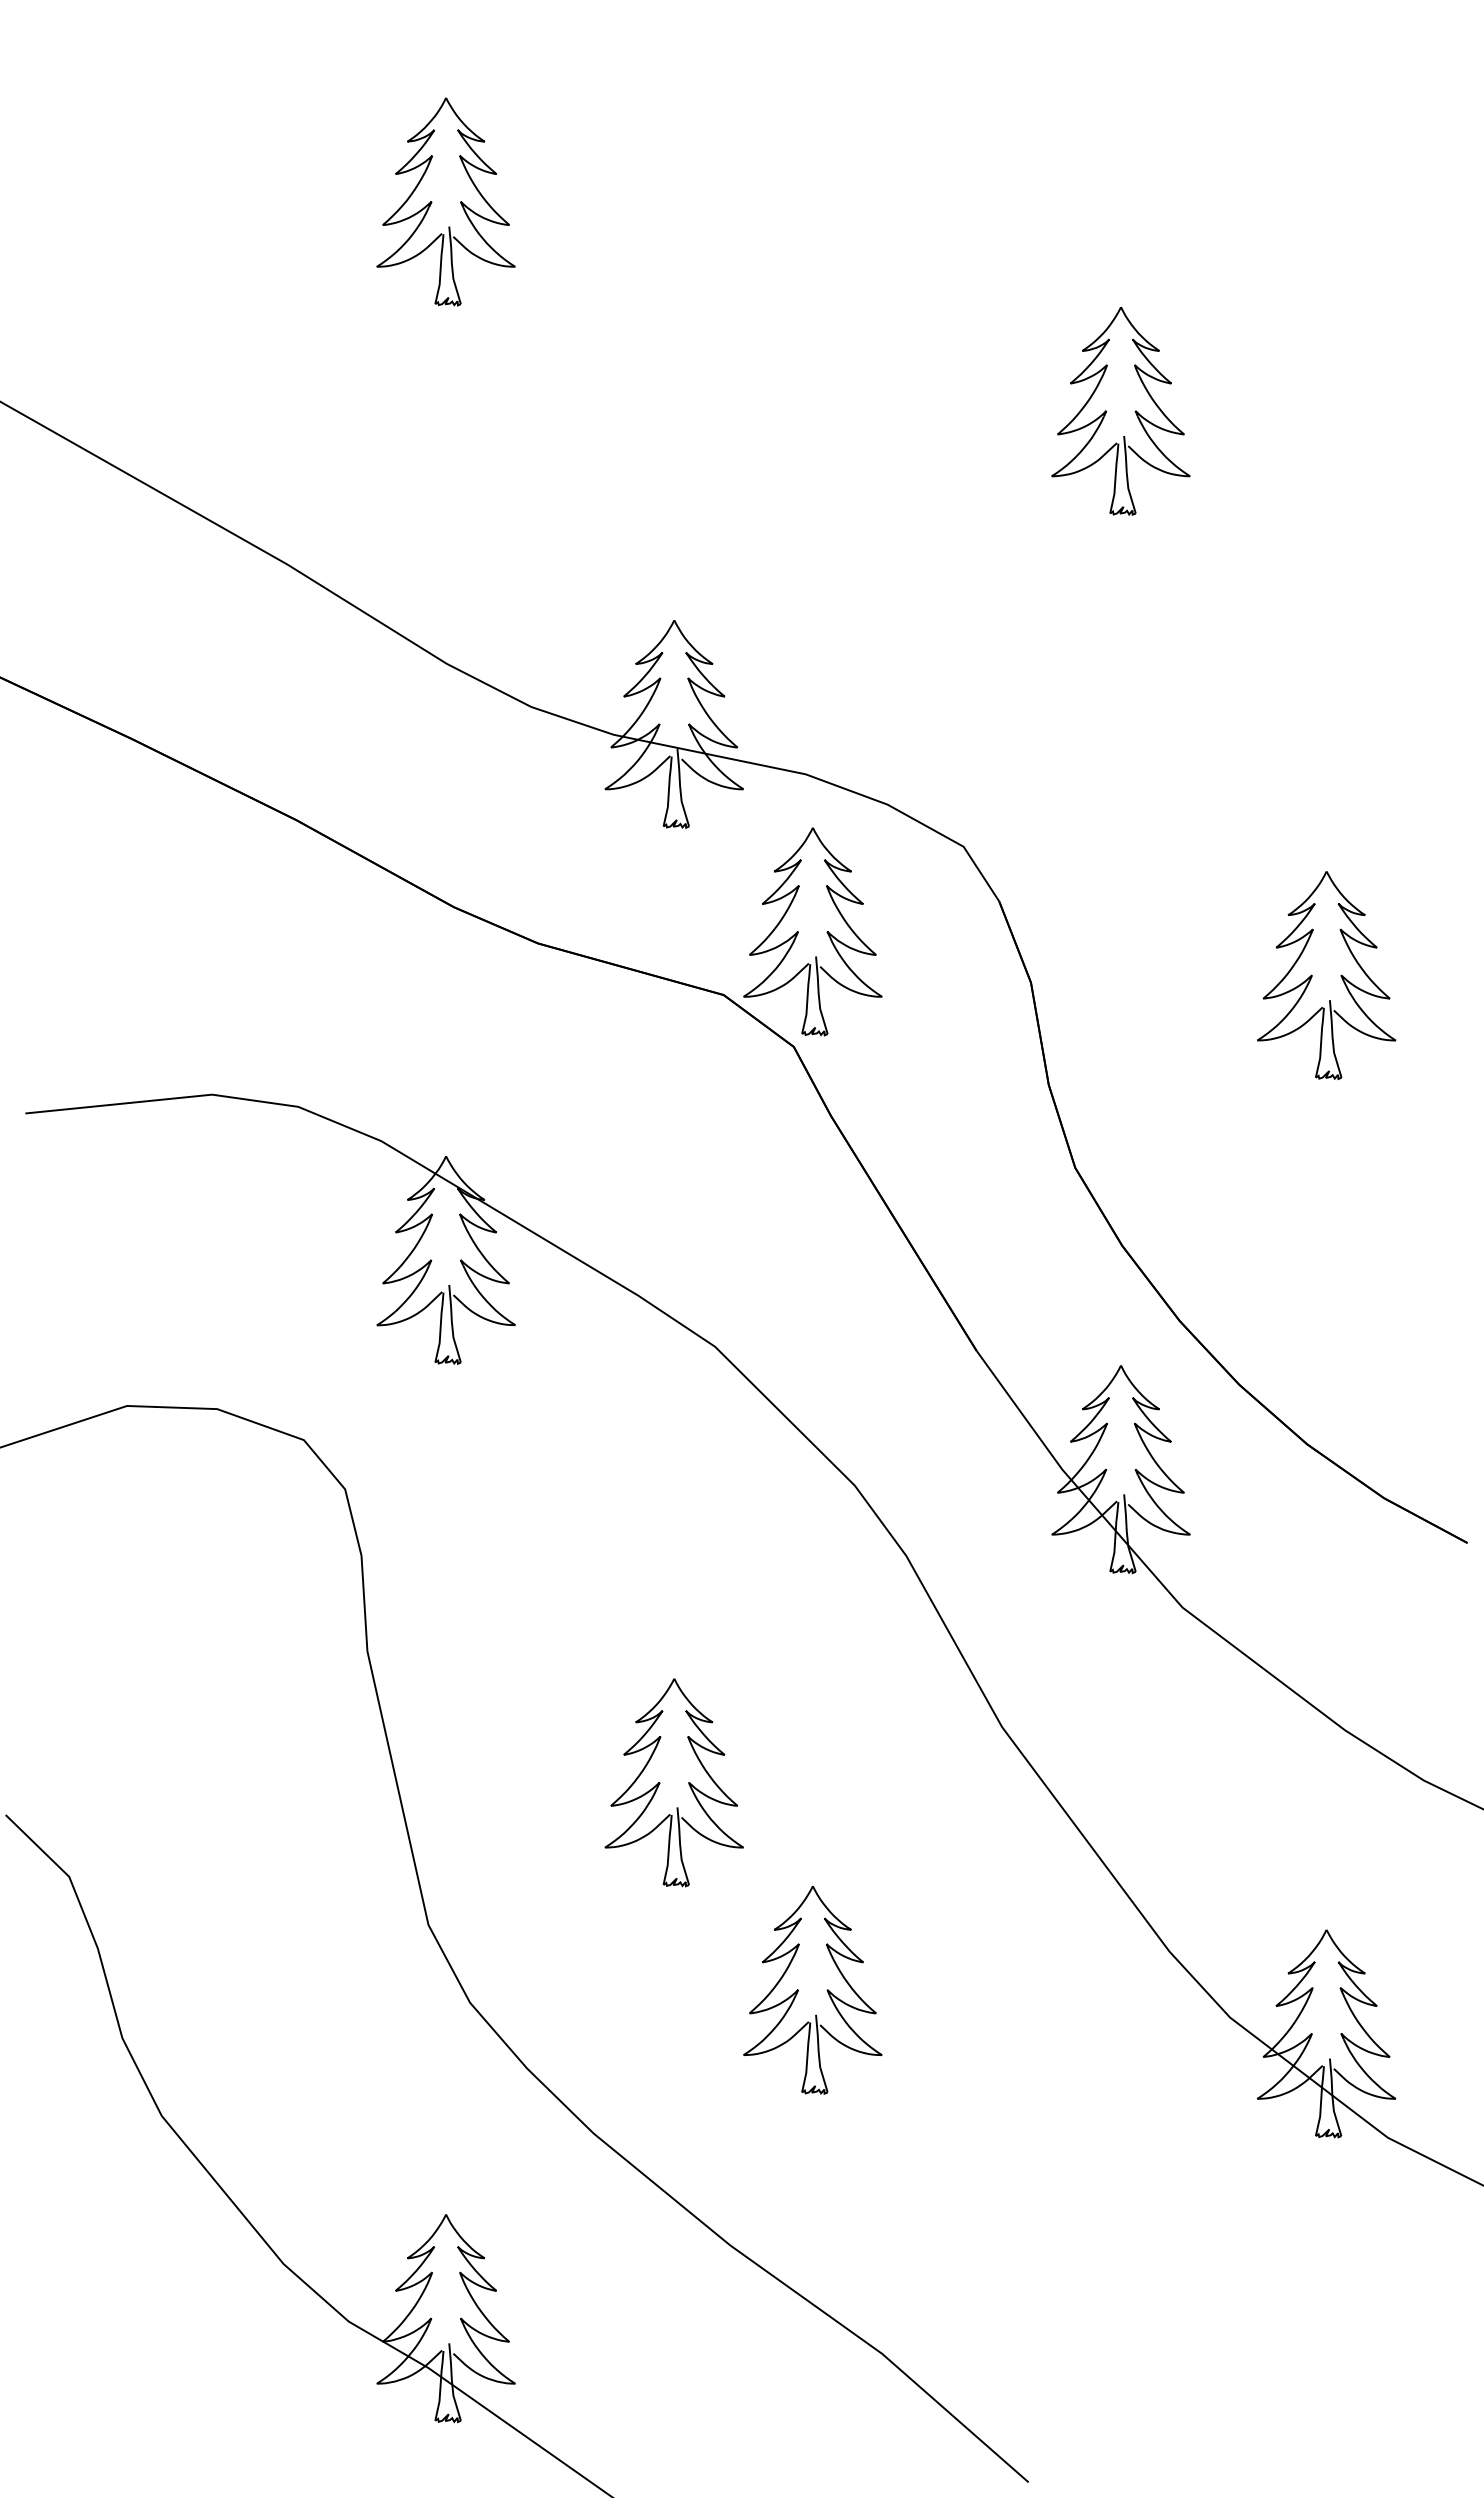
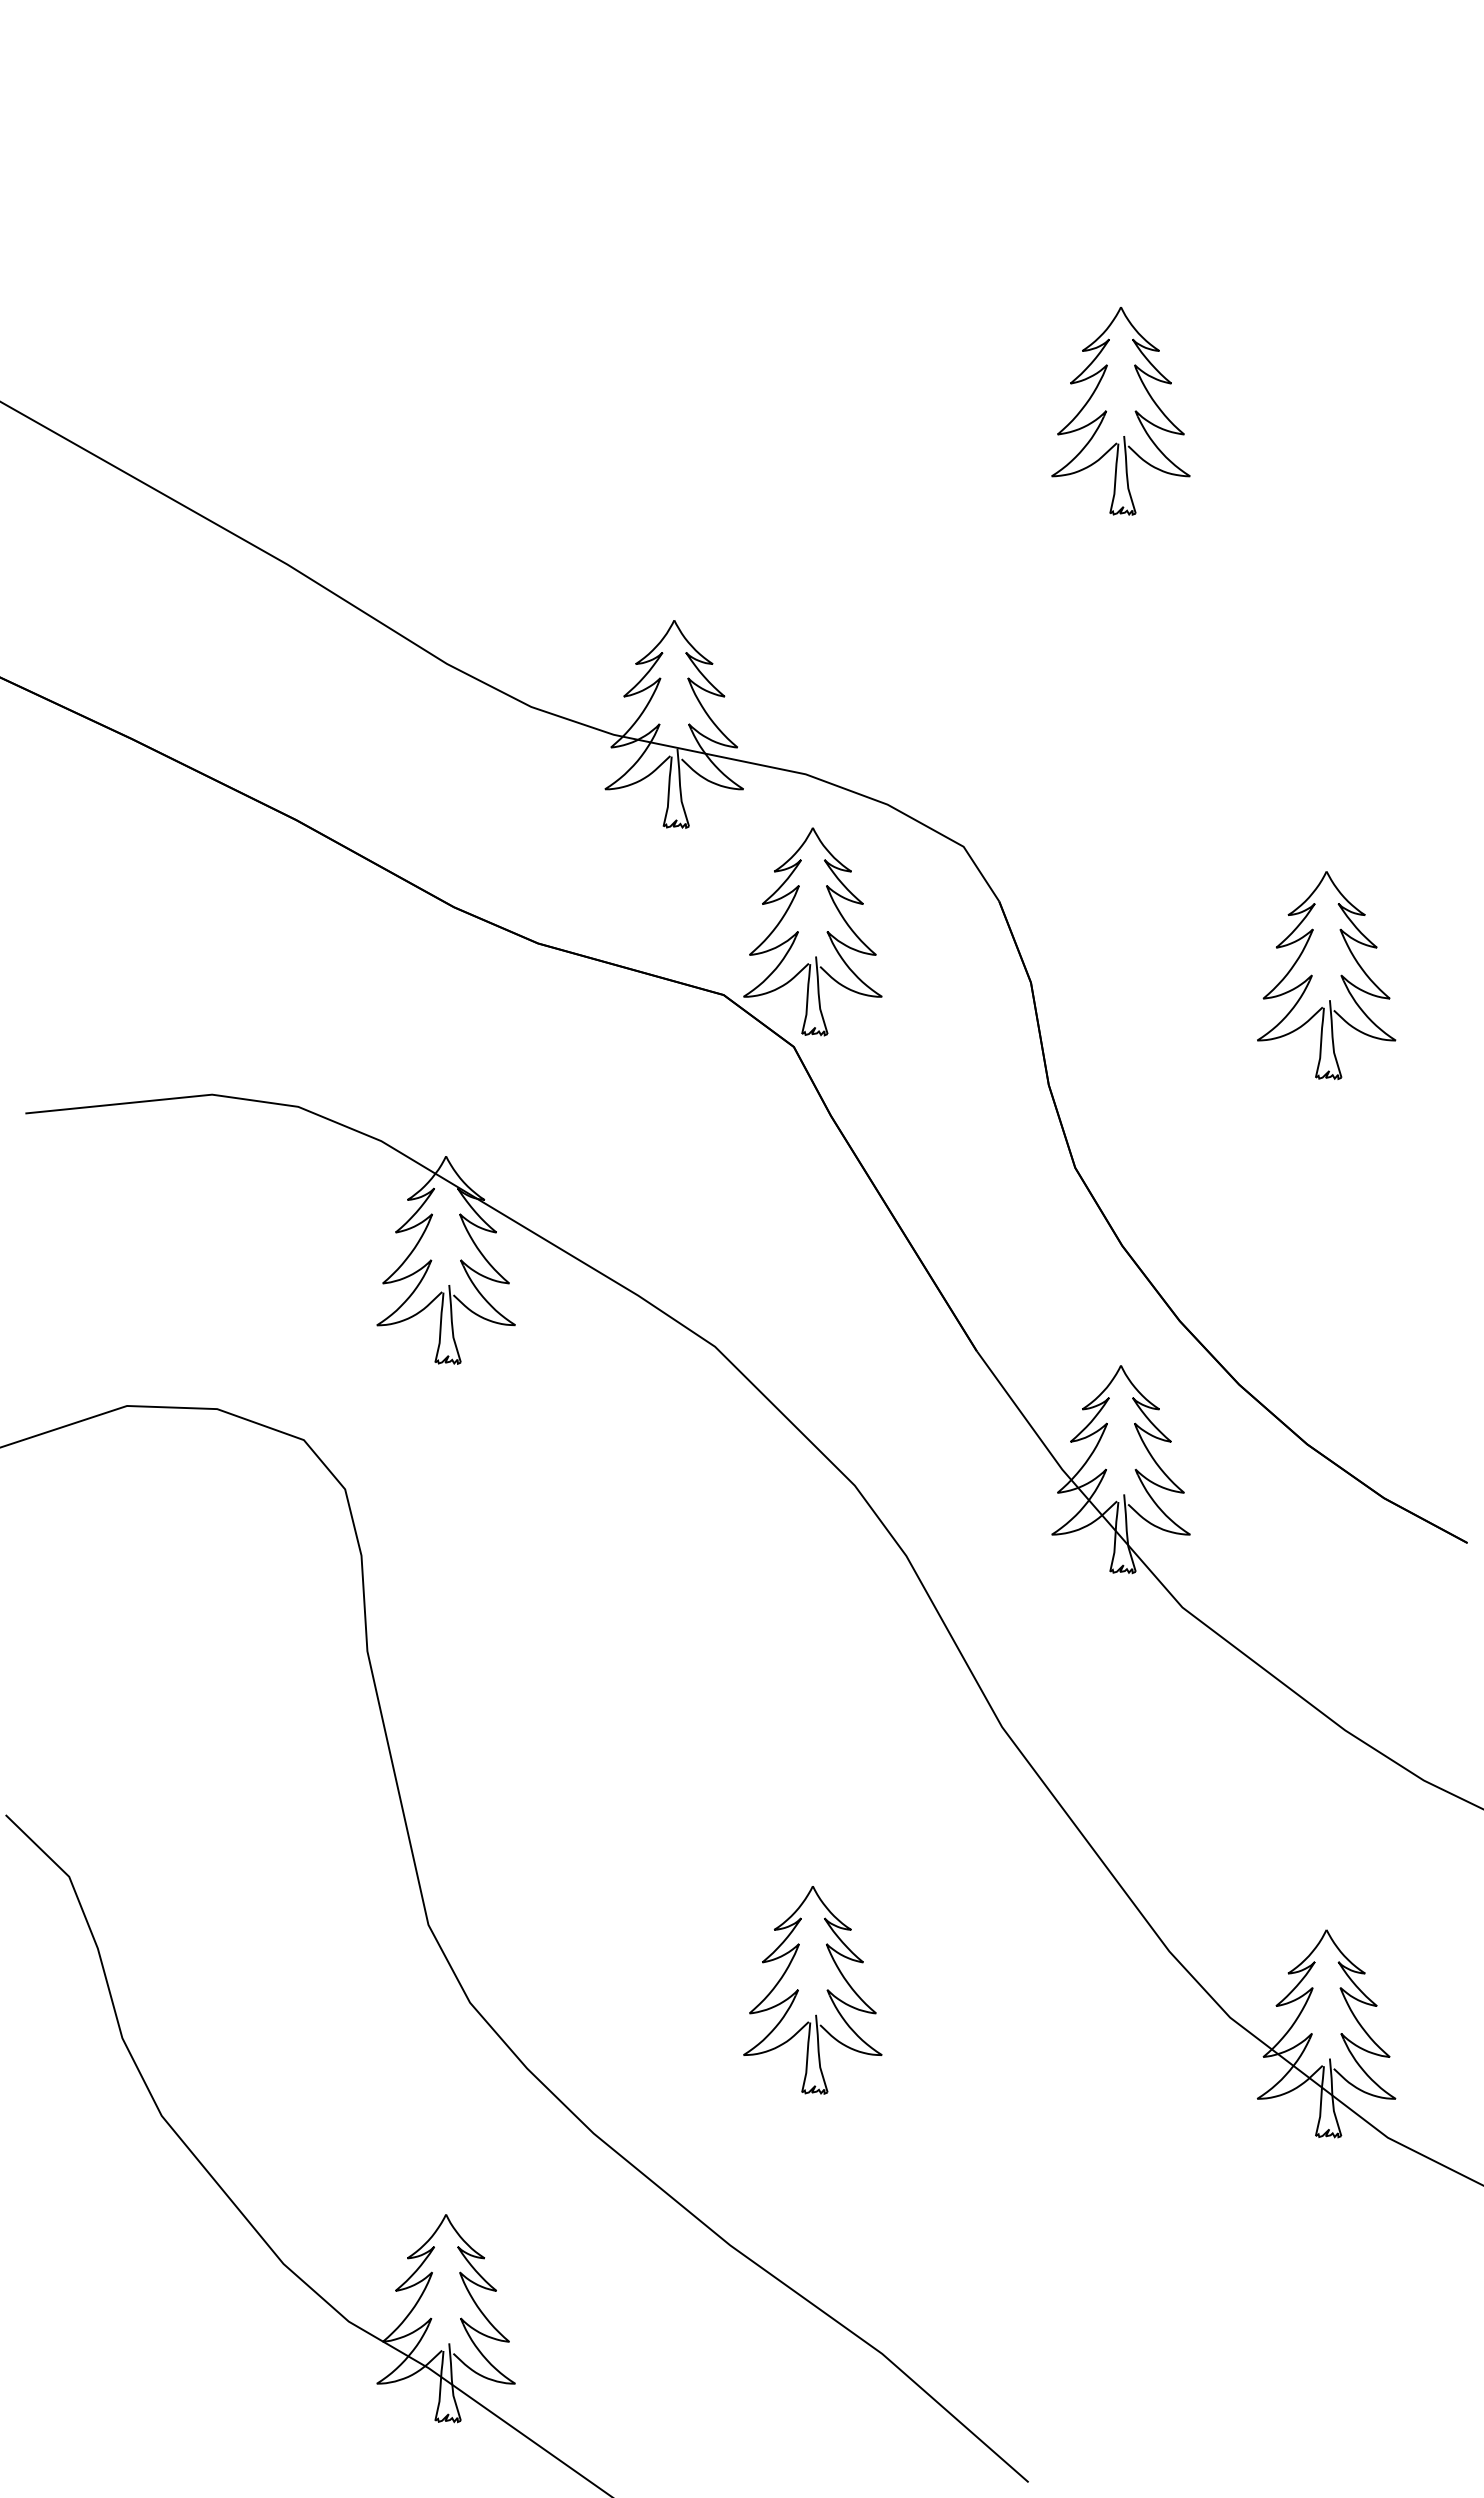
part at (432, 202): present -> none
part at (660, 1782): present -> none
